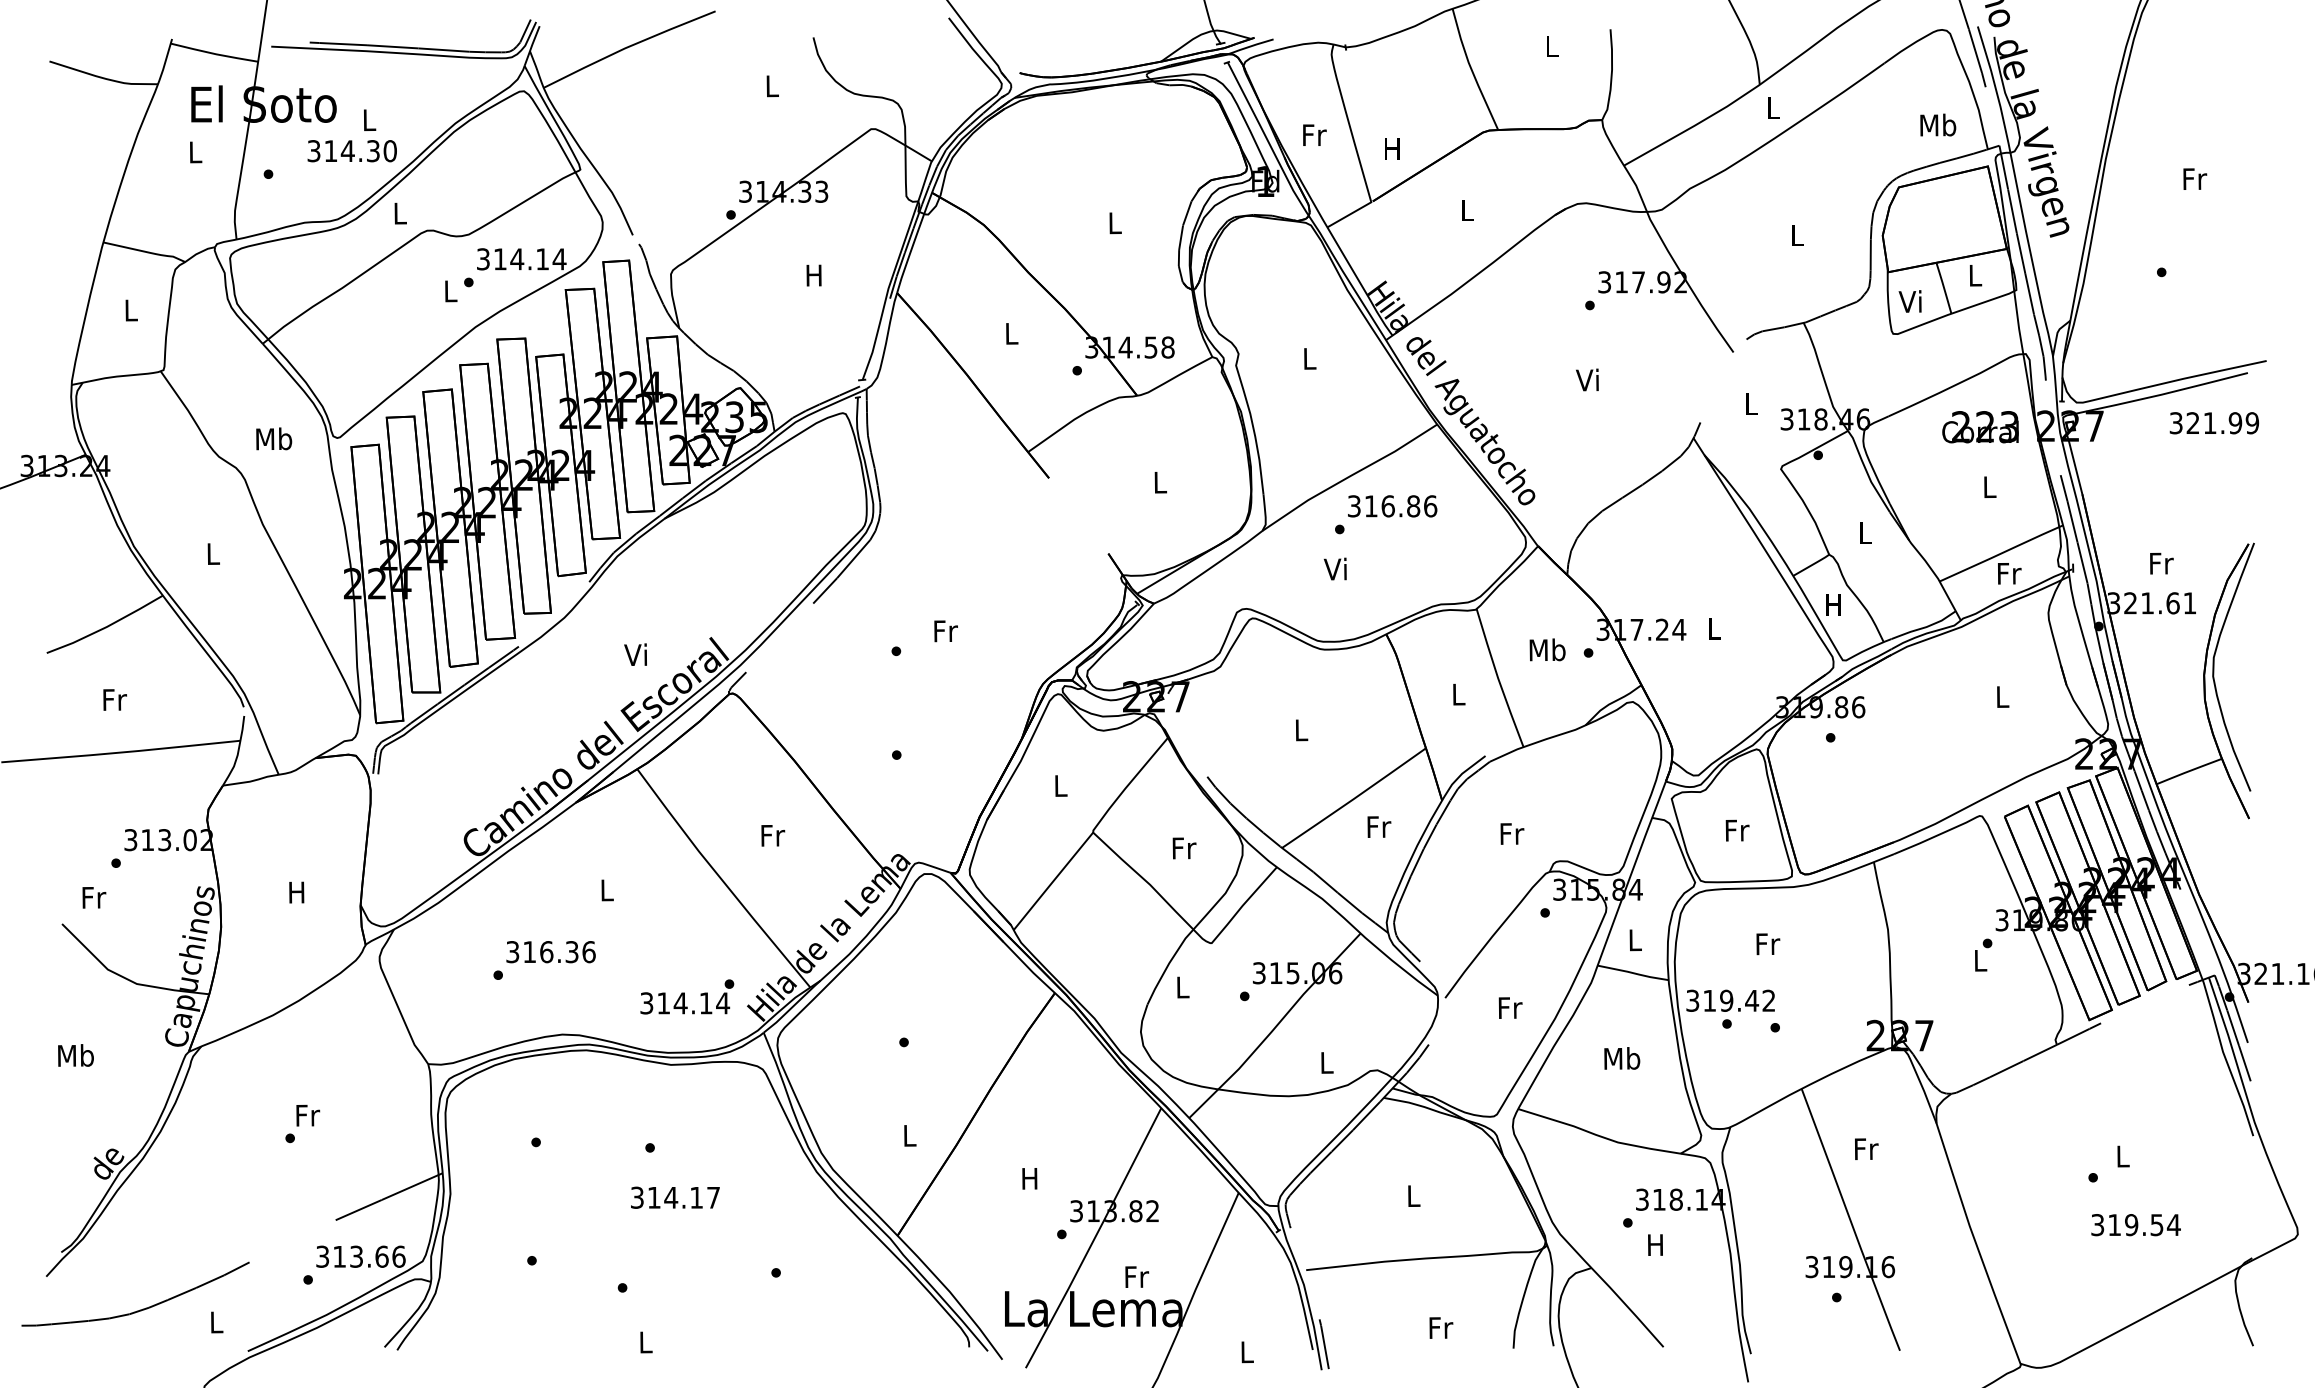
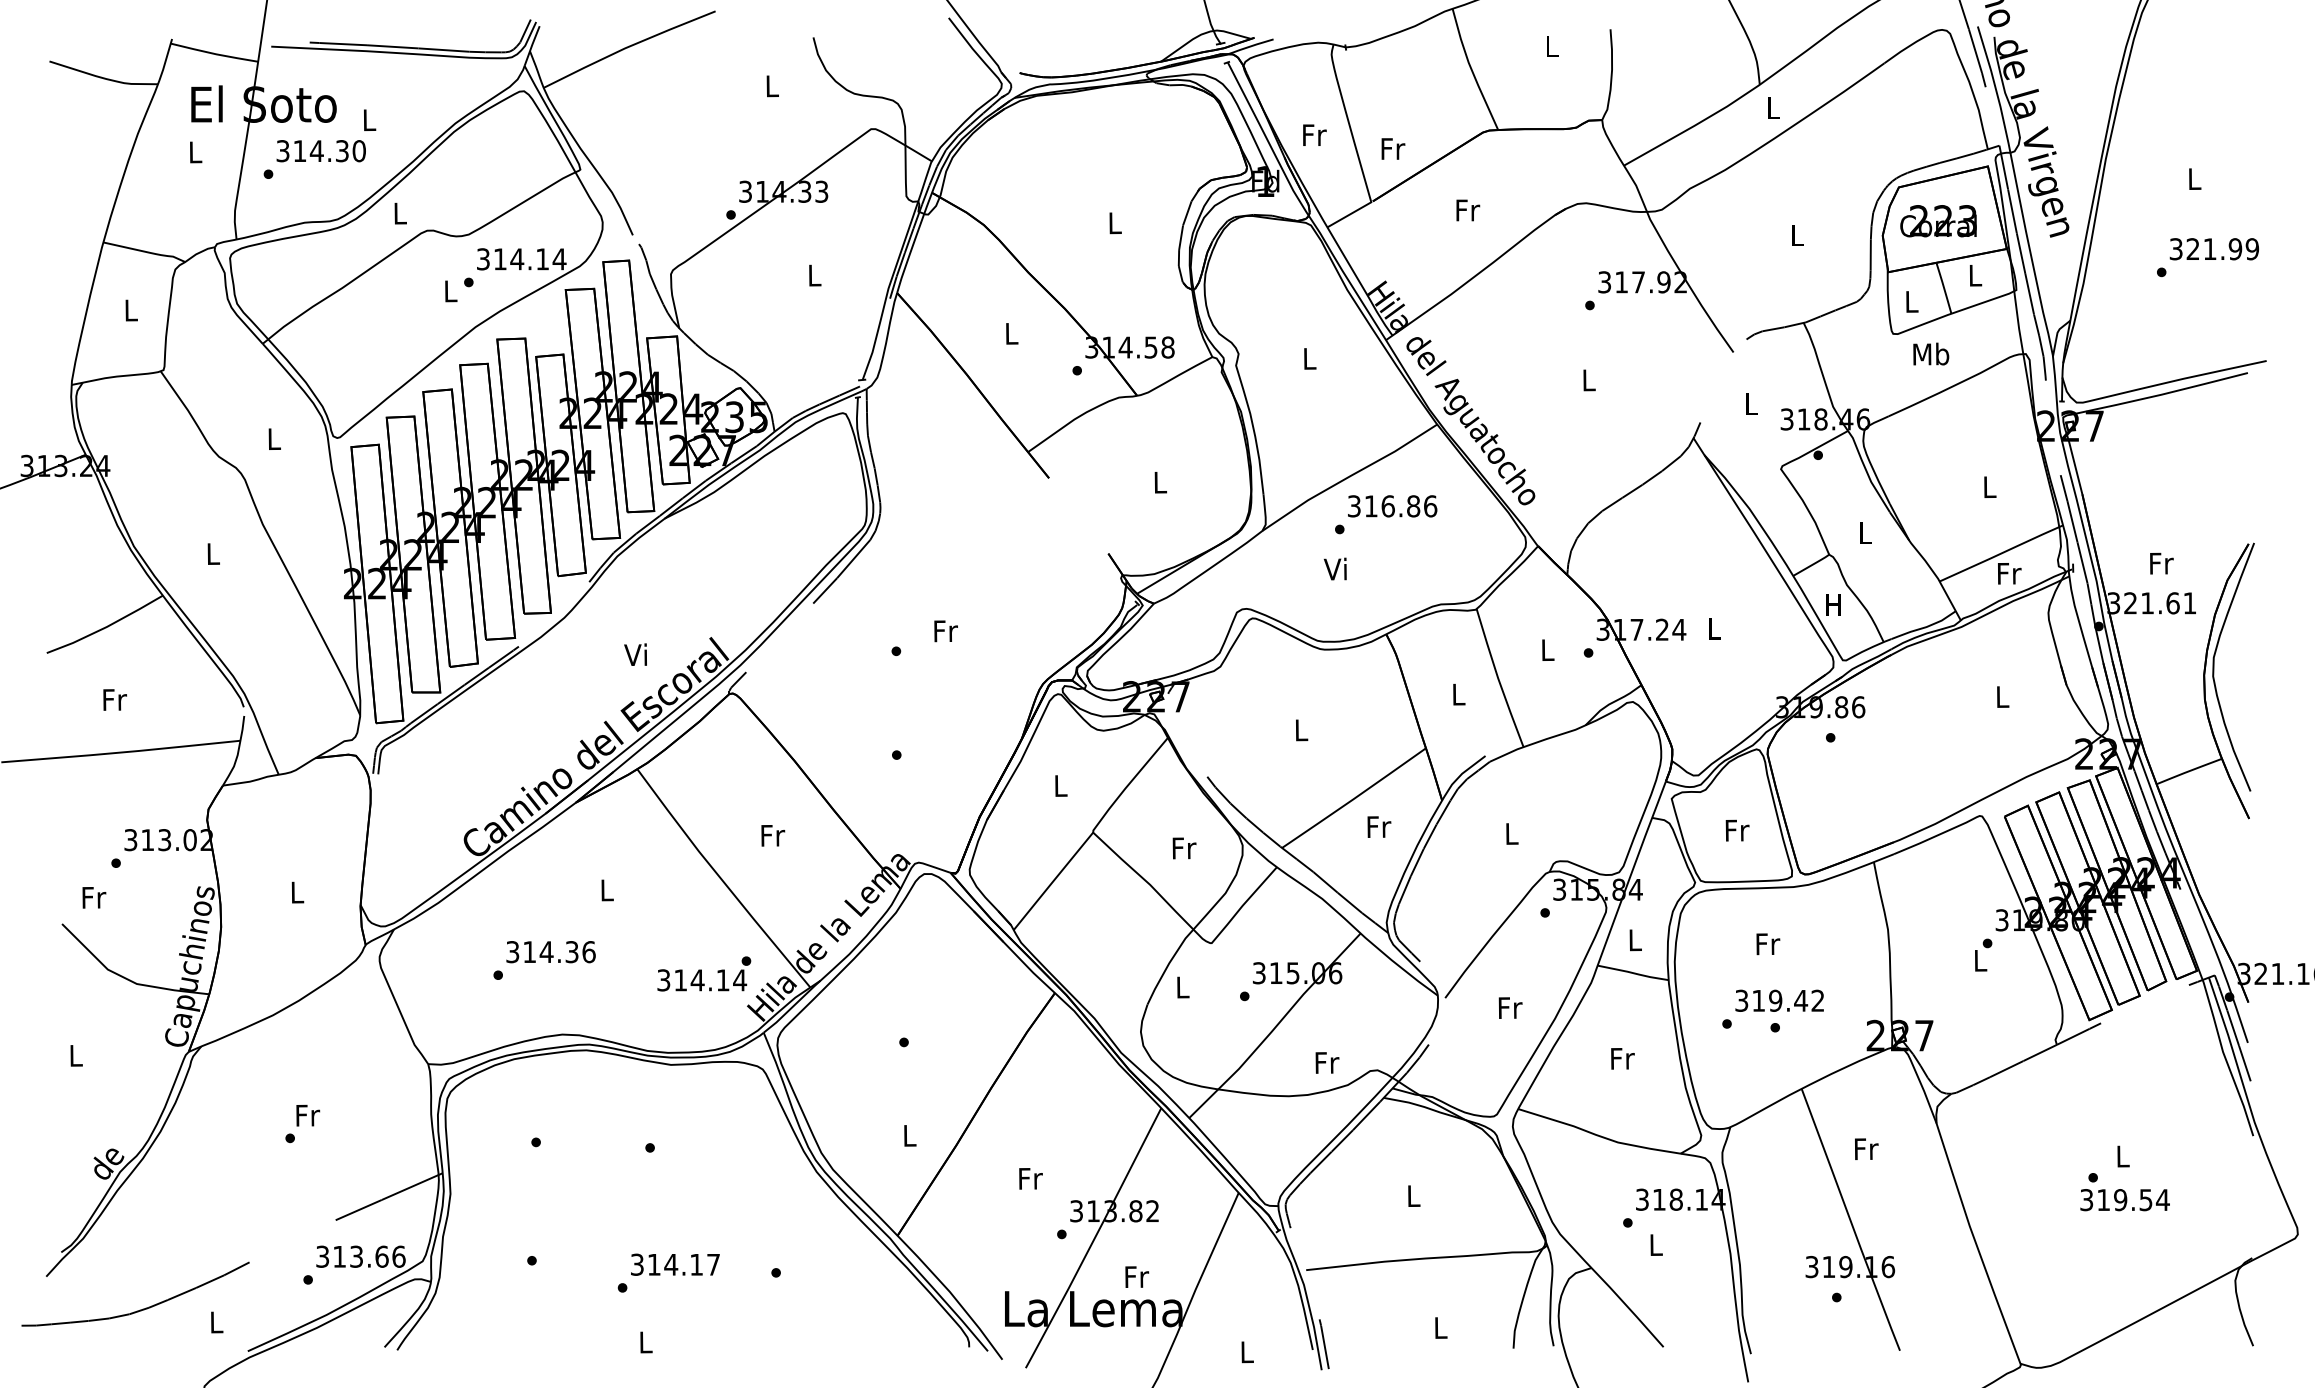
text at (1938, 124) position: (1938, 124) -> (1931, 353)
text at (1393, 148): H -> Fr
text at (351, 151) position: (351, 151) -> (320, 151)
text at (2195, 178): Fr -> L
text at (1468, 210): L -> Fr
text at (813, 275): H -> L
text at (1909, 301): Vi -> L
text at (1587, 379): Vi -> L
text at (2213, 423) position: (2213, 423) -> (2213, 249)
text at (1980, 427) position: (1980, 427) -> (1938, 221)
text at (274, 438): Mb -> L
text at (1547, 649): Mb -> L
text at (1512, 833): Fr -> L
text at (296, 892): H -> L
text at (546, 952): 316.36 -> 314.36
text at (687, 996) position: (687, 996) -> (704, 973)
text at (1730, 1000) position: (1730, 1000) -> (1779, 1000)
text at (75, 1055): Mb -> L
text at (1622, 1058): Mb -> Fr
text at (1327, 1062): L -> Fr
text at (1030, 1178): H -> Fr
text at (675, 1197) position: (675, 1197) -> (675, 1264)
text at (2135, 1225) position: (2135, 1225) -> (2124, 1200)
text at (1655, 1244): H -> L
text at (1441, 1327): Fr -> L
